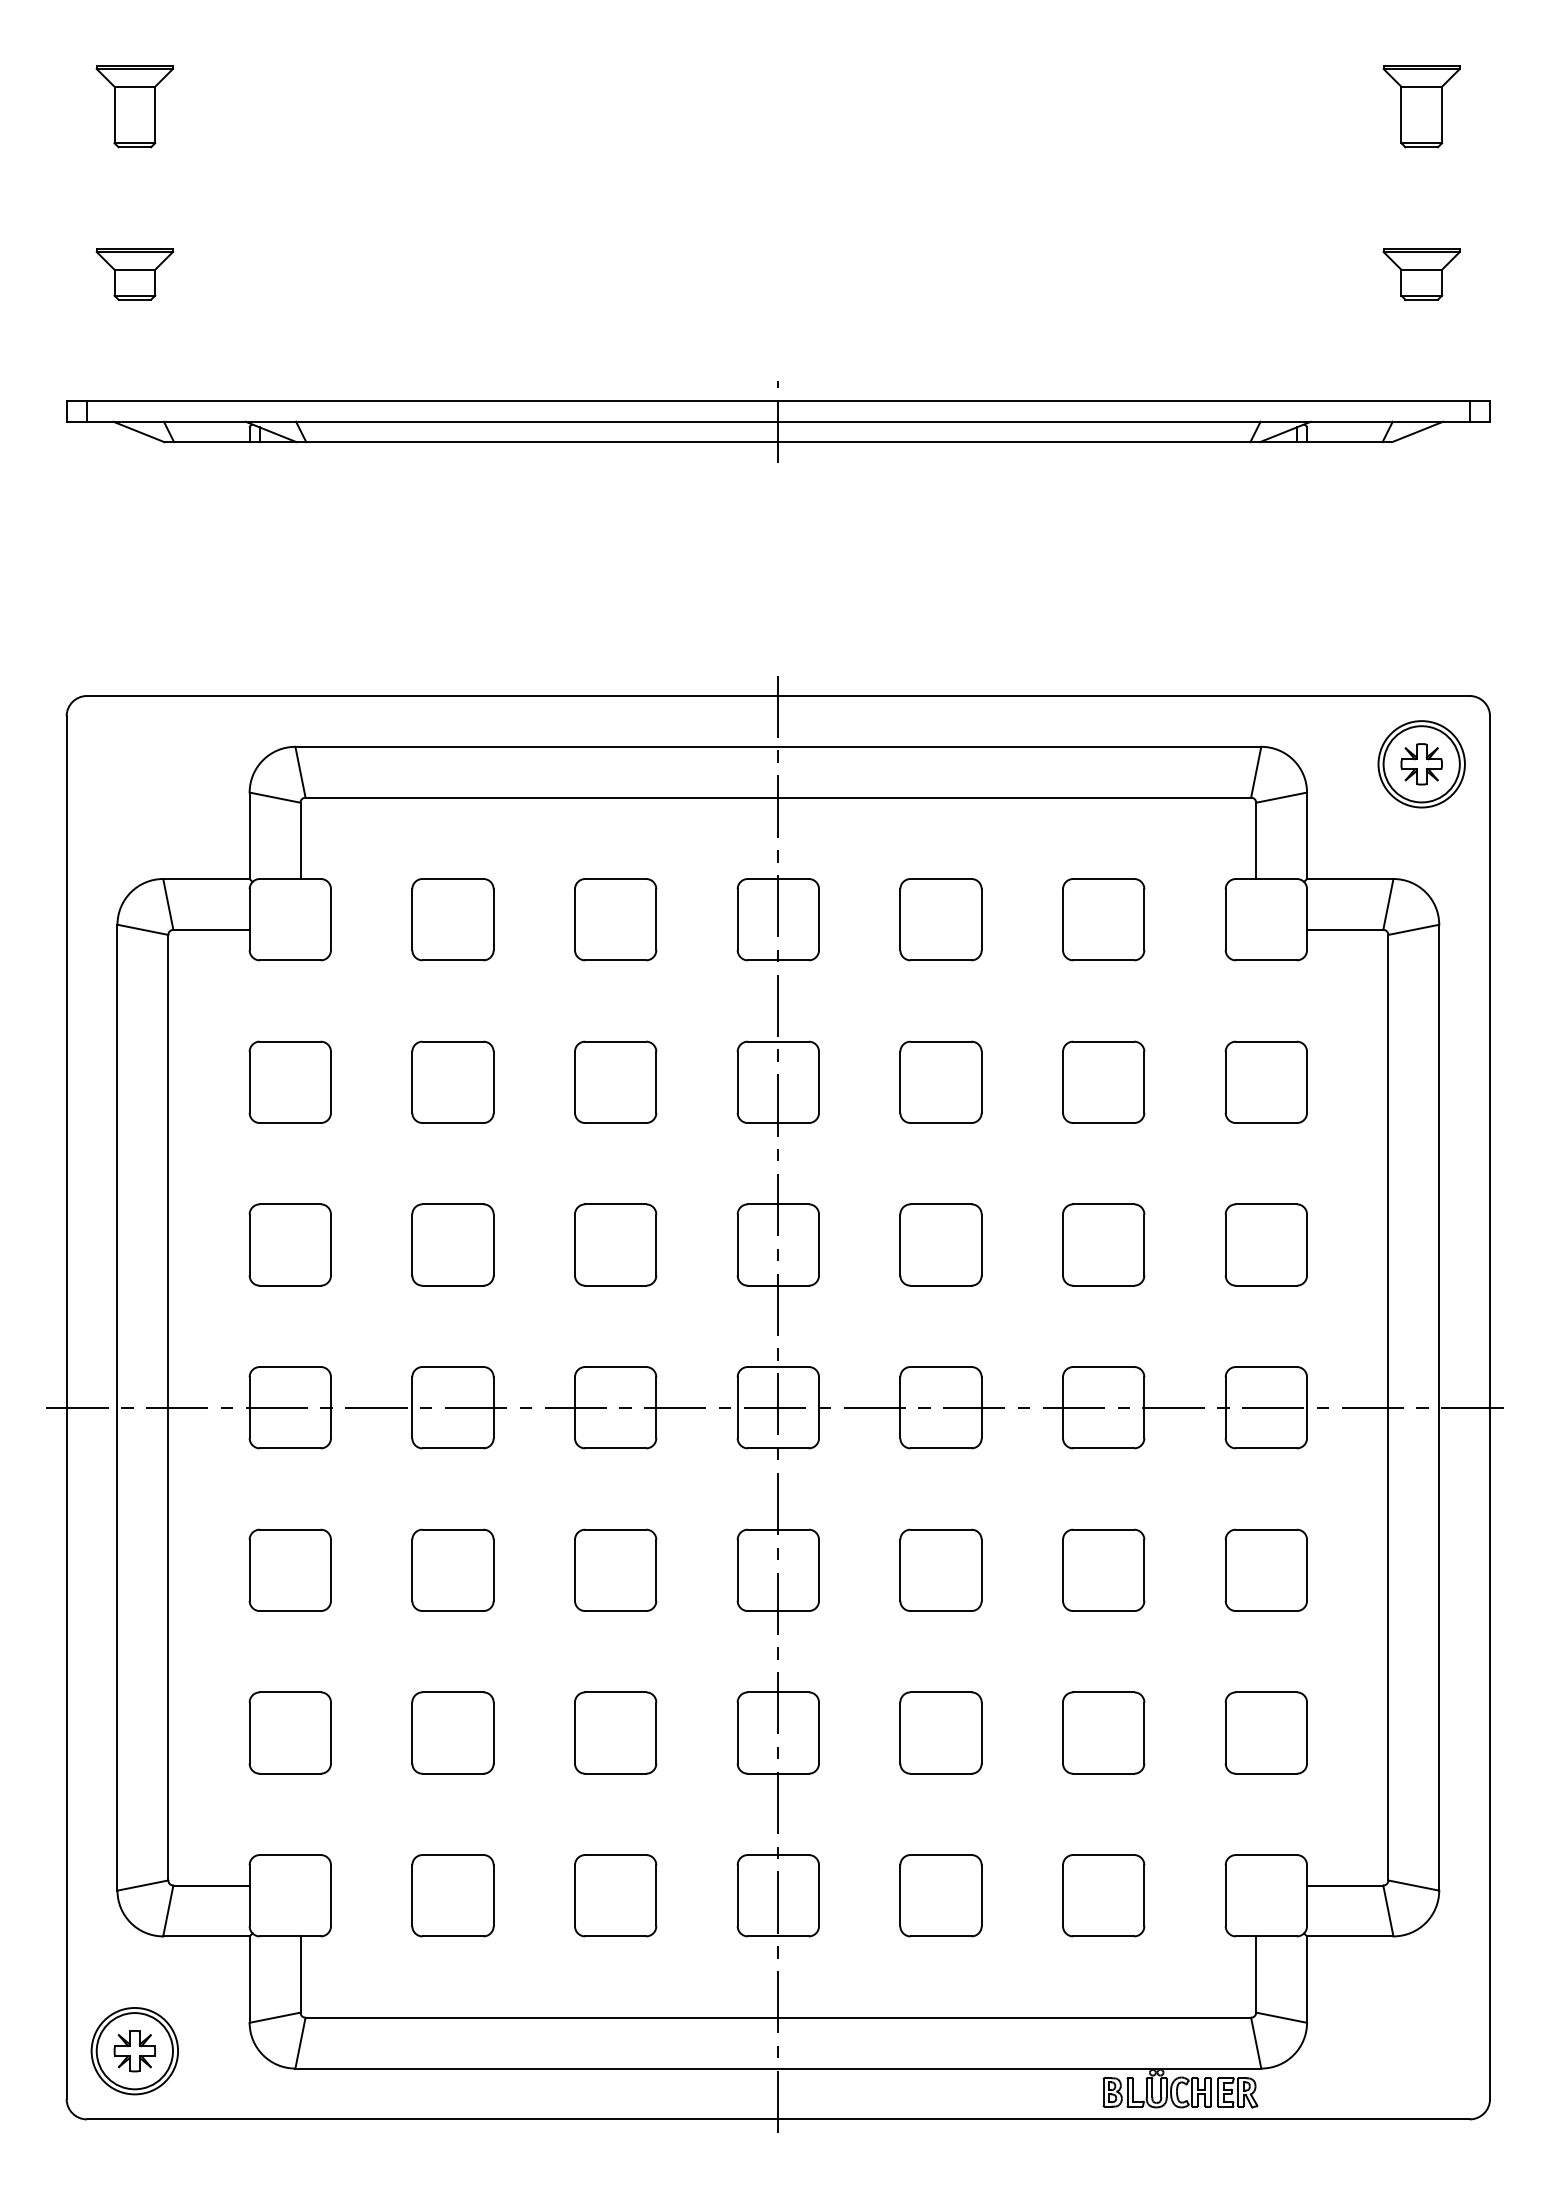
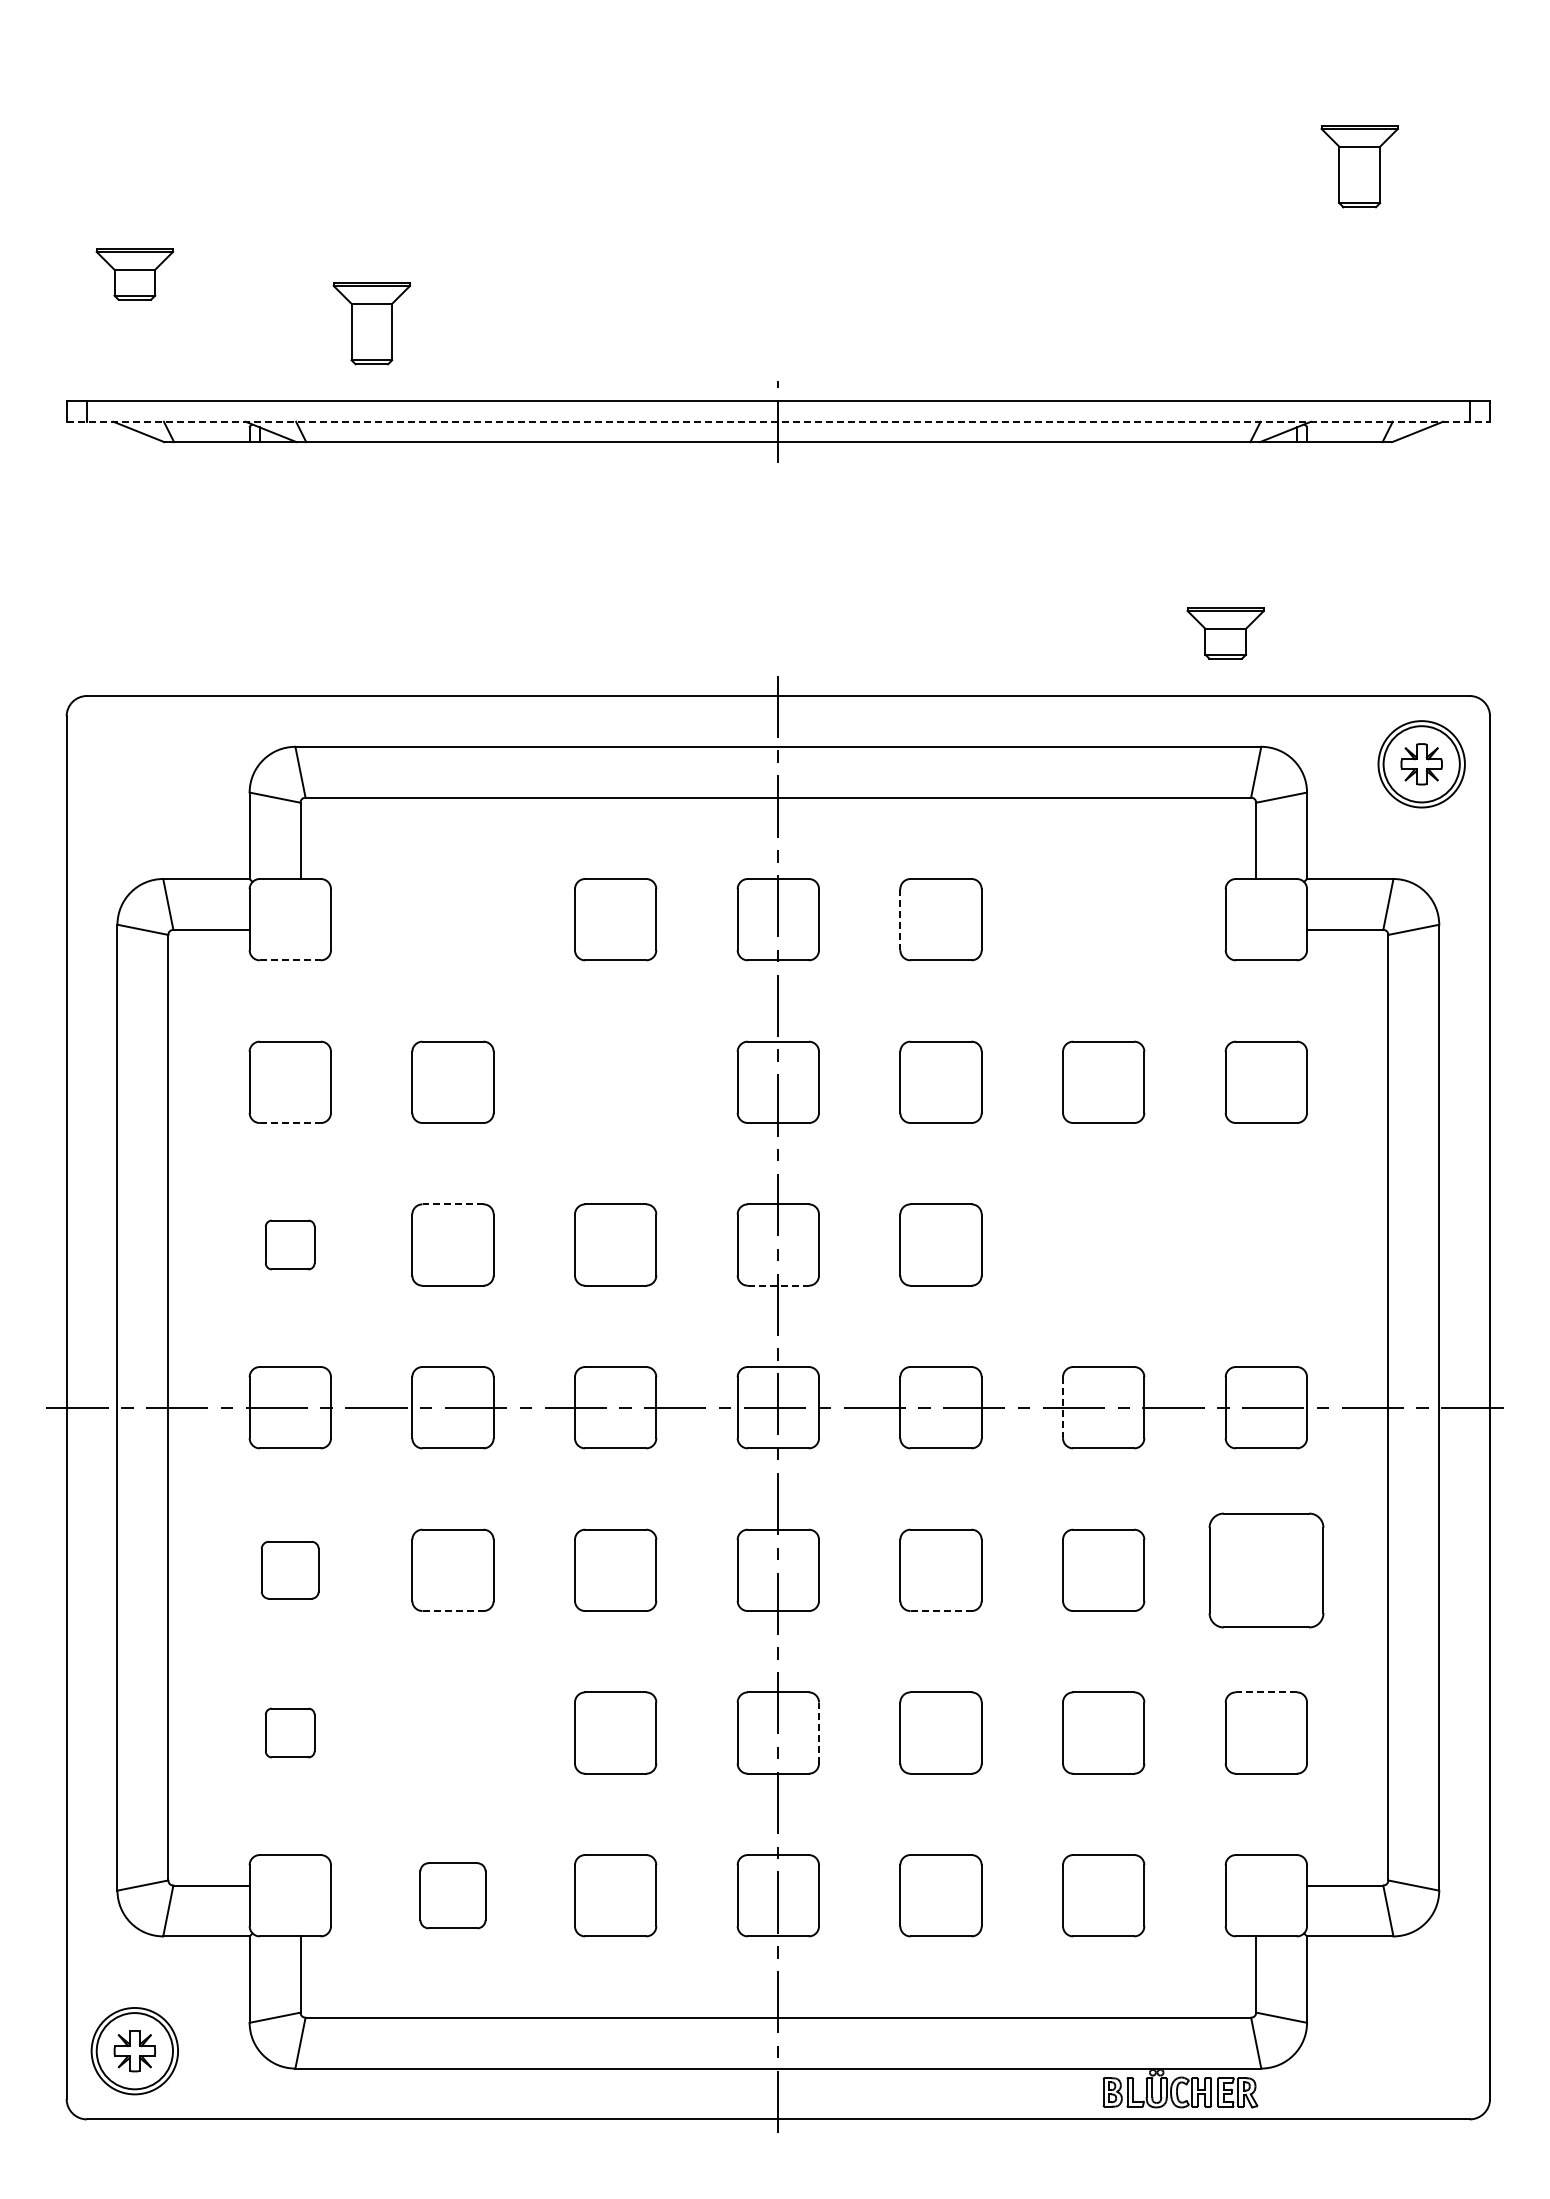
part at (134, 106) position: (134, 106) -> (371, 323)
part at (1421, 106) position: (1421, 106) -> (1359, 166)
part at (1421, 274) position: (1421, 274) -> (1225, 633)
line at (778, 421): solid -> dashed
part at (452, 919): present -> none
line at (900, 919): solid -> dashed
part at (1103, 919): present -> none
line at (290, 960): solid -> dashed
part at (615, 1081): present -> none
line at (290, 1123): solid -> dashed
line at (453, 1204): solid -> dashed
part at (289, 1244) size: 84x84 px -> 51x52 px
part at (1103, 1244): present -> none
part at (1265, 1244): present -> none
line at (778, 1285): solid -> dashed
line at (1063, 1407): solid -> dashed
part at (289, 1569) size: 84x84 px -> 60x59 px
part at (1265, 1569) size: 84x84 px -> 117x117 px
line at (453, 1611): solid -> dashed
line at (941, 1611): solid -> dashed
line at (1266, 1692): solid -> dashed
part at (289, 1732) size: 84x84 px -> 51x52 px
part at (452, 1732): present -> none
line at (819, 1733): solid -> dashed
part at (452, 1895) size: 84x84 px -> 68x68 px
